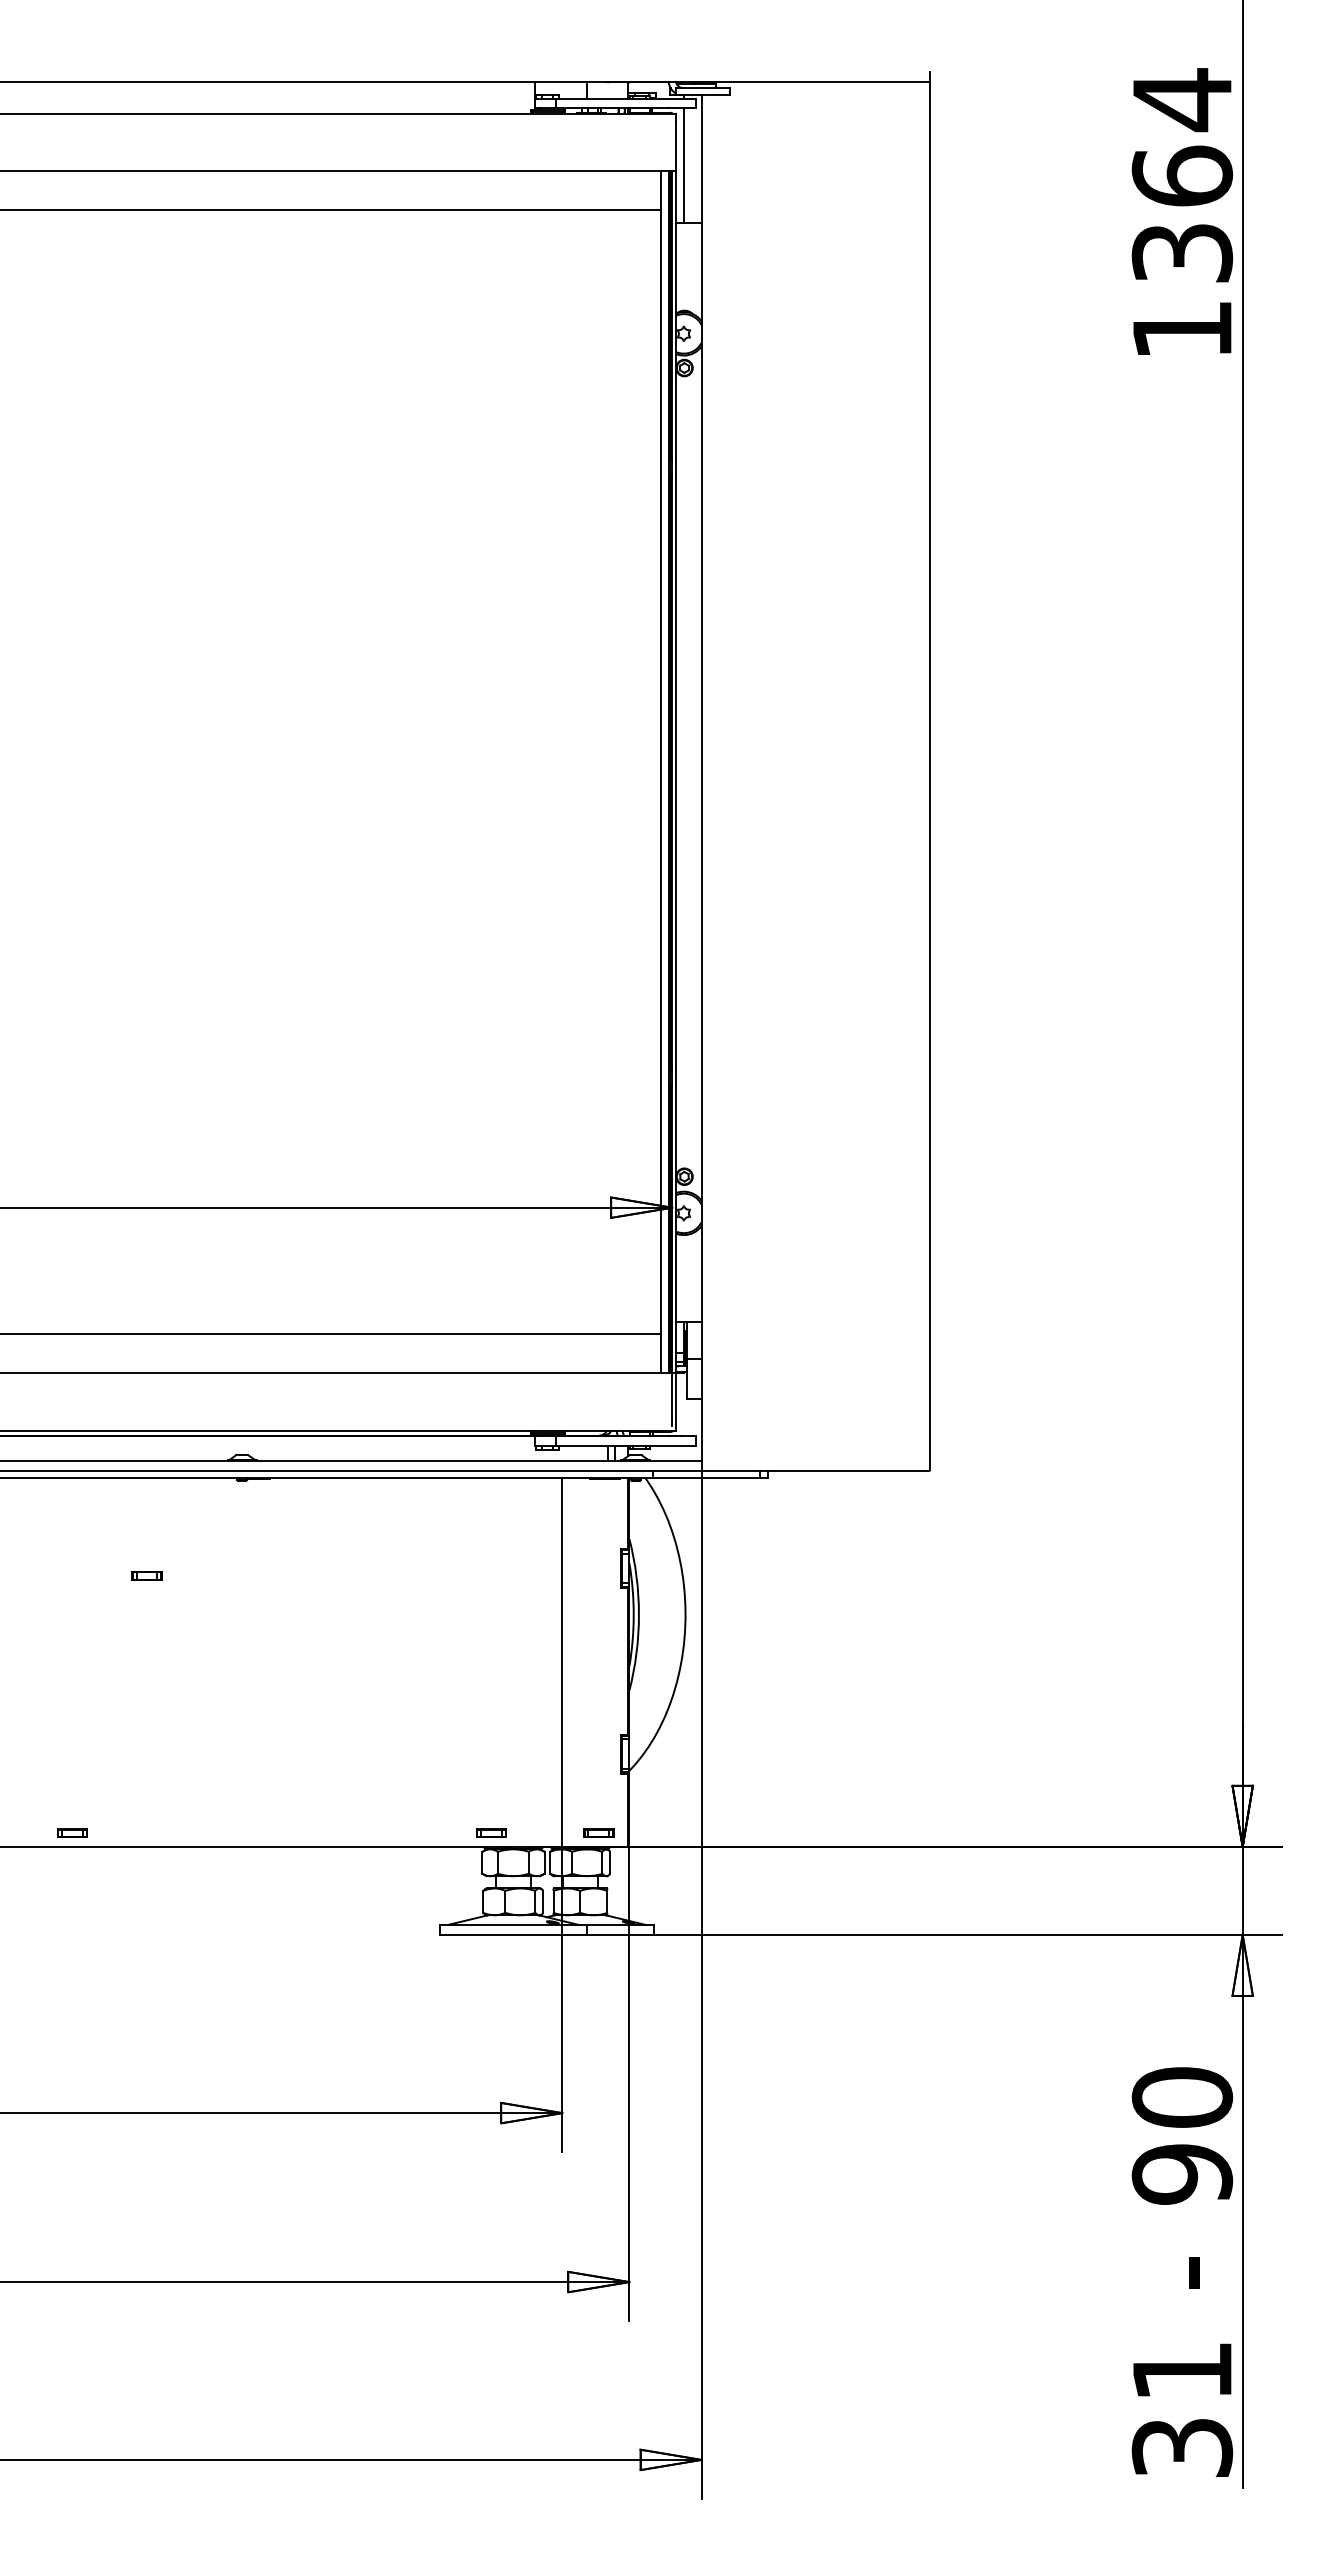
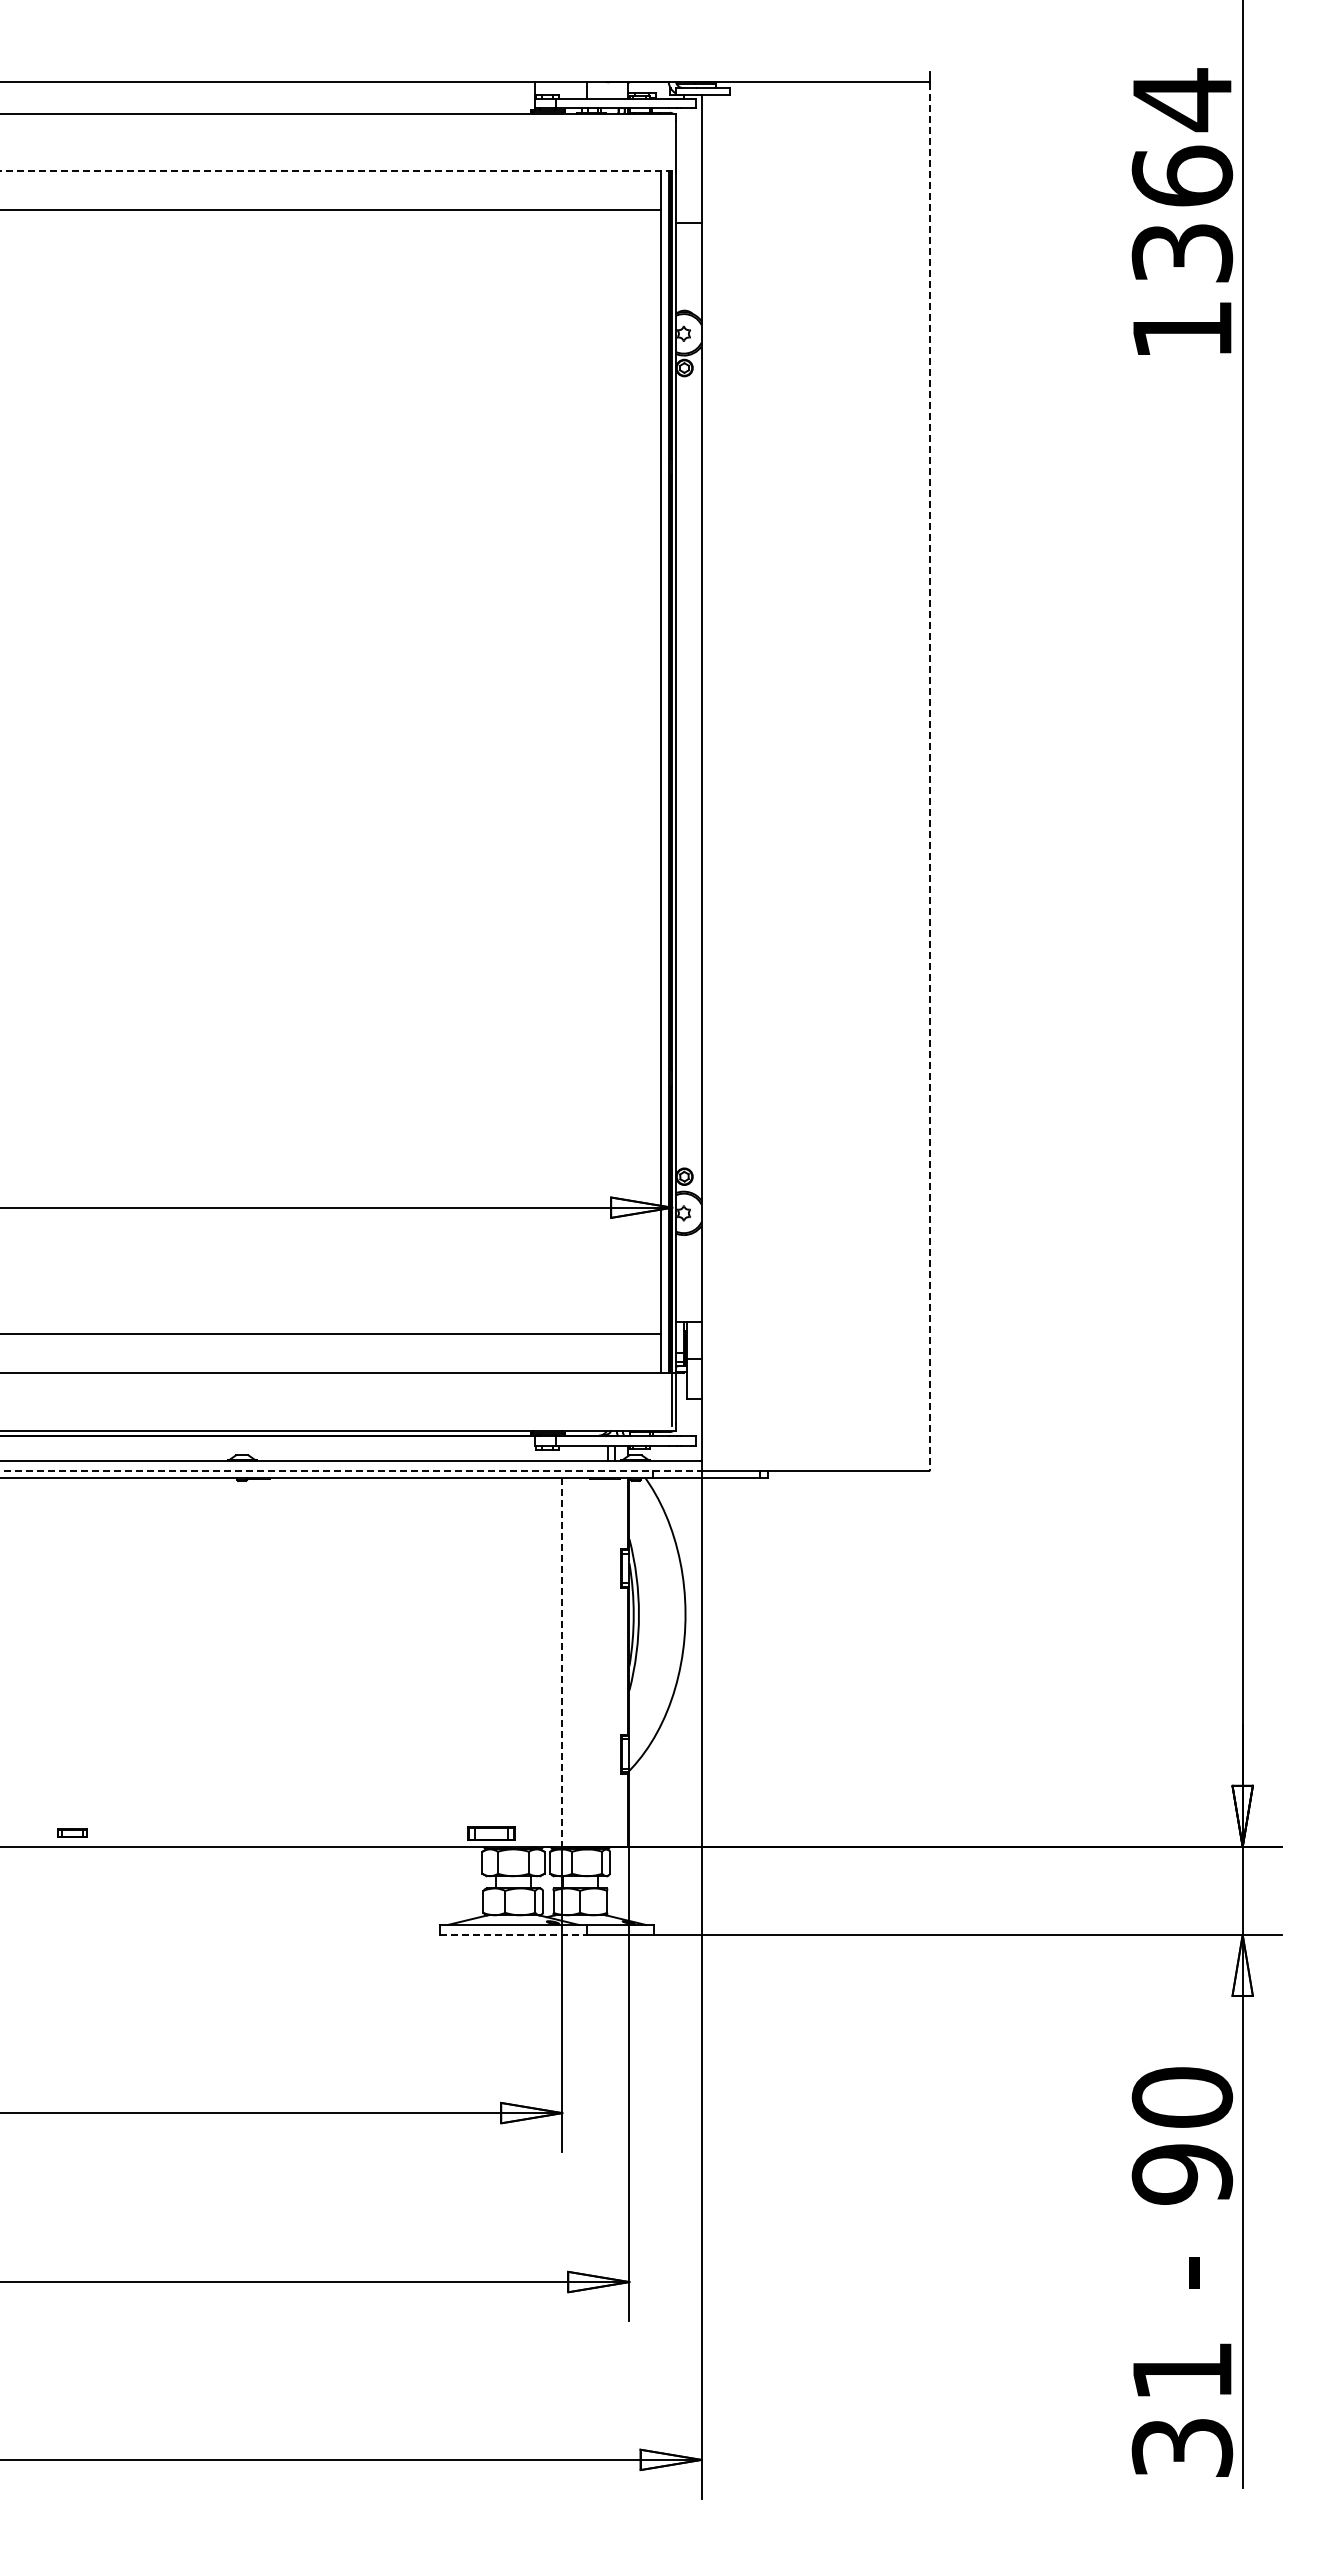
line at (684, 165): present -> none
line at (338, 171): solid -> dashed
line at (930, 777): solid -> dashed
line at (350, 1471): solid -> dashed
part at (146, 1575): present -> none
line at (562, 1663): solid -> dashed
part at (491, 1832) size: 31x10 px -> 49x15 px
part at (598, 1832): present -> none
line at (513, 1934): solid -> dashed
